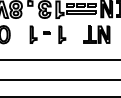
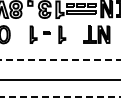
line at (60, 59): solid -> dashed
line at (60, 97): solid -> dashed
